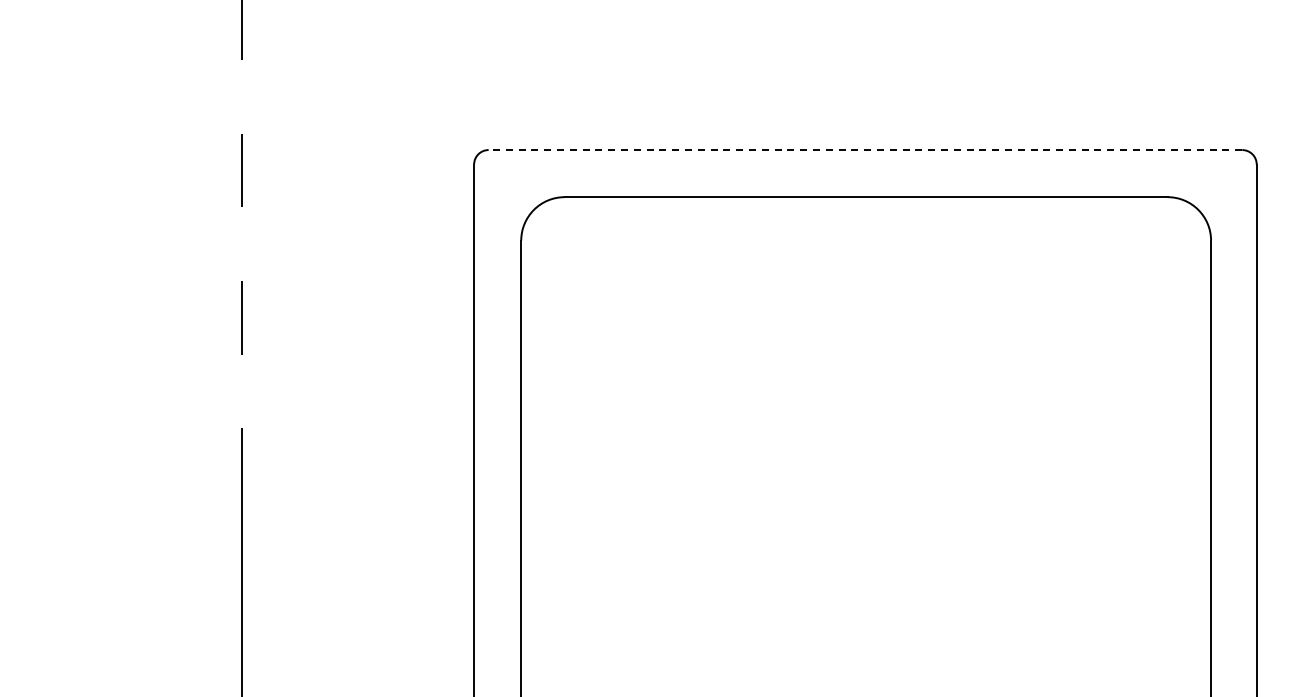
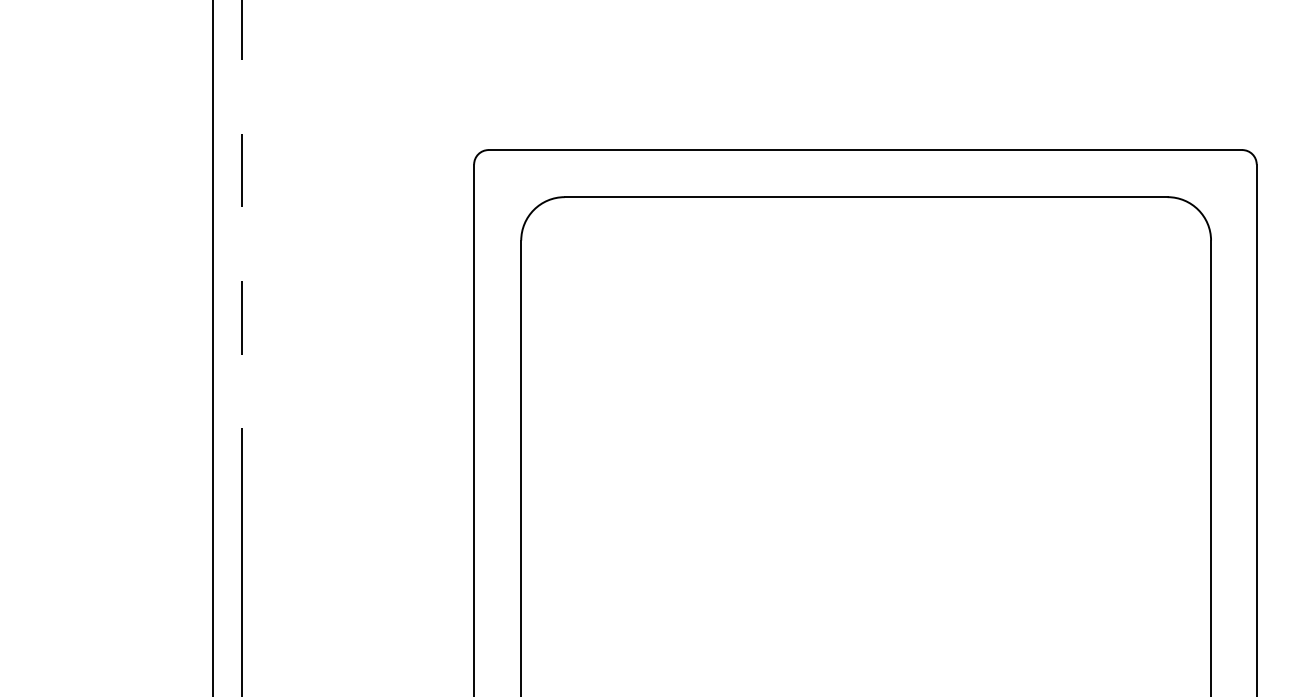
line at (865, 150): dashed -> solid
line at (213, 347): none -> present
